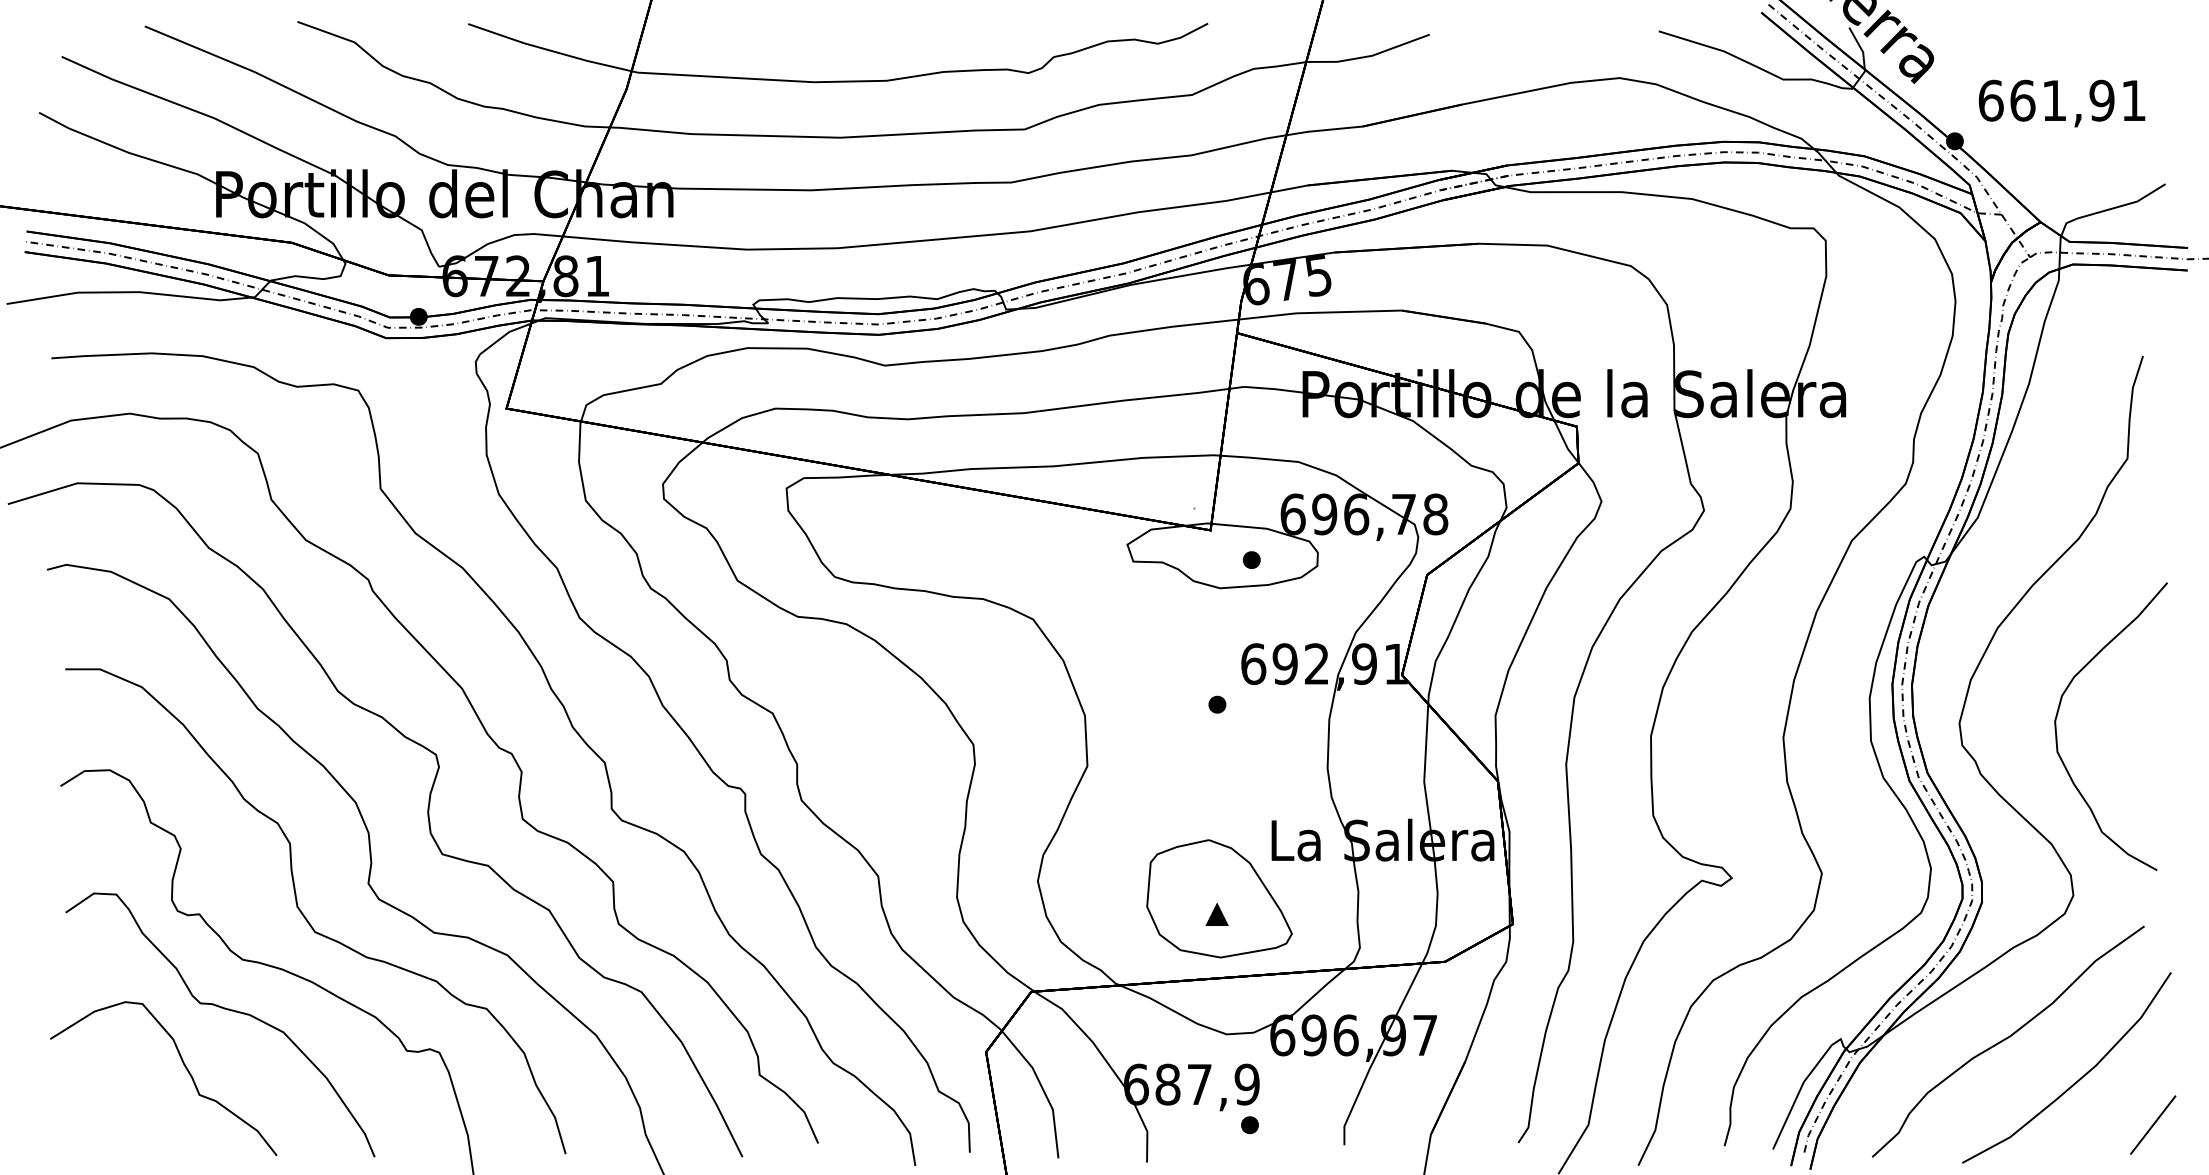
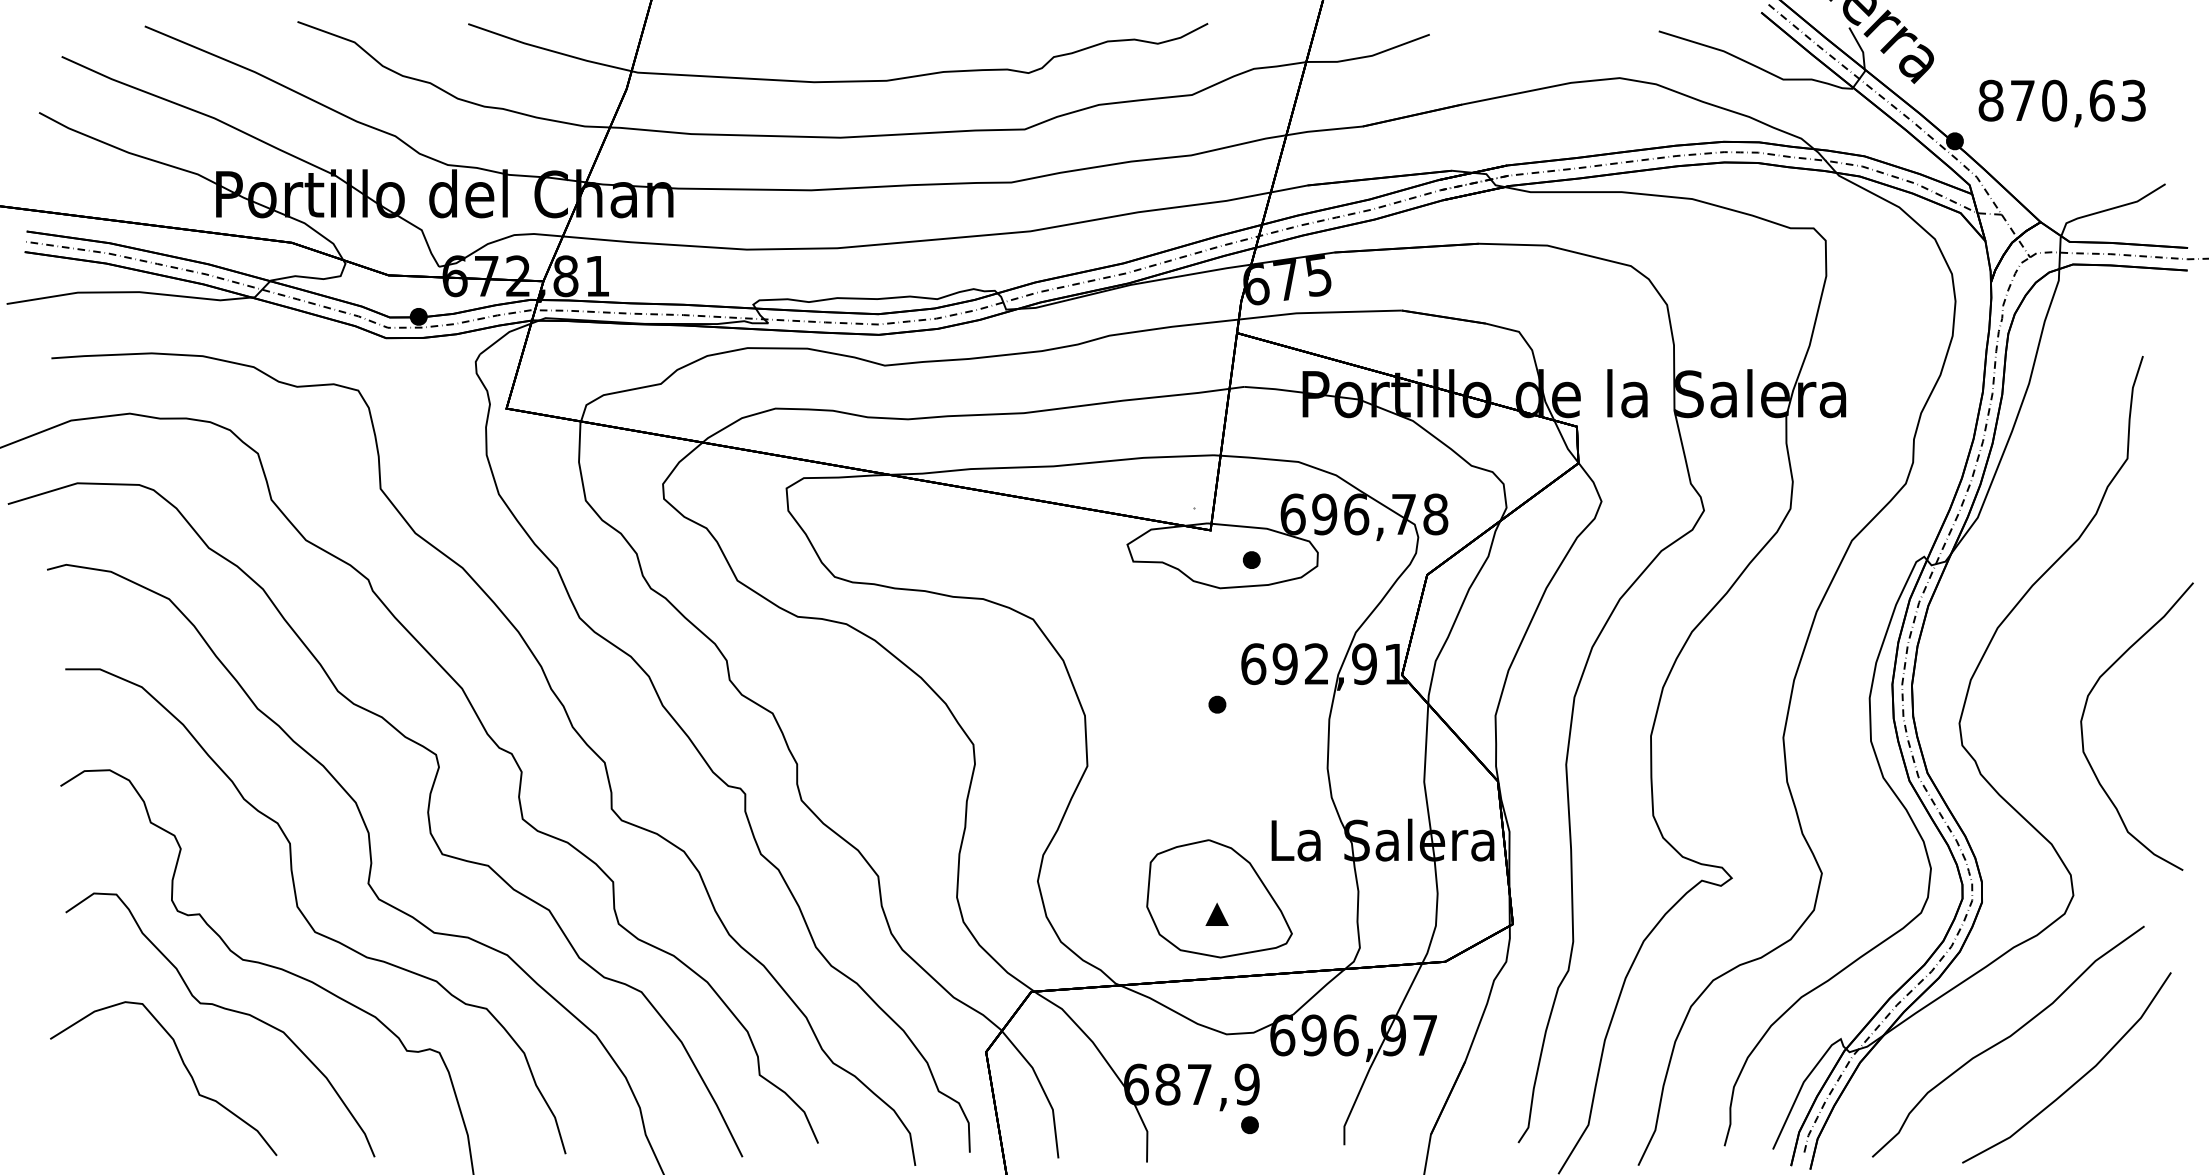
text at (2061, 100): 661,91 -> 870,63
curve at (2058, 713) position: (2058, 713) -> (2084, 713)
line at (2153, 1124): present -> none
